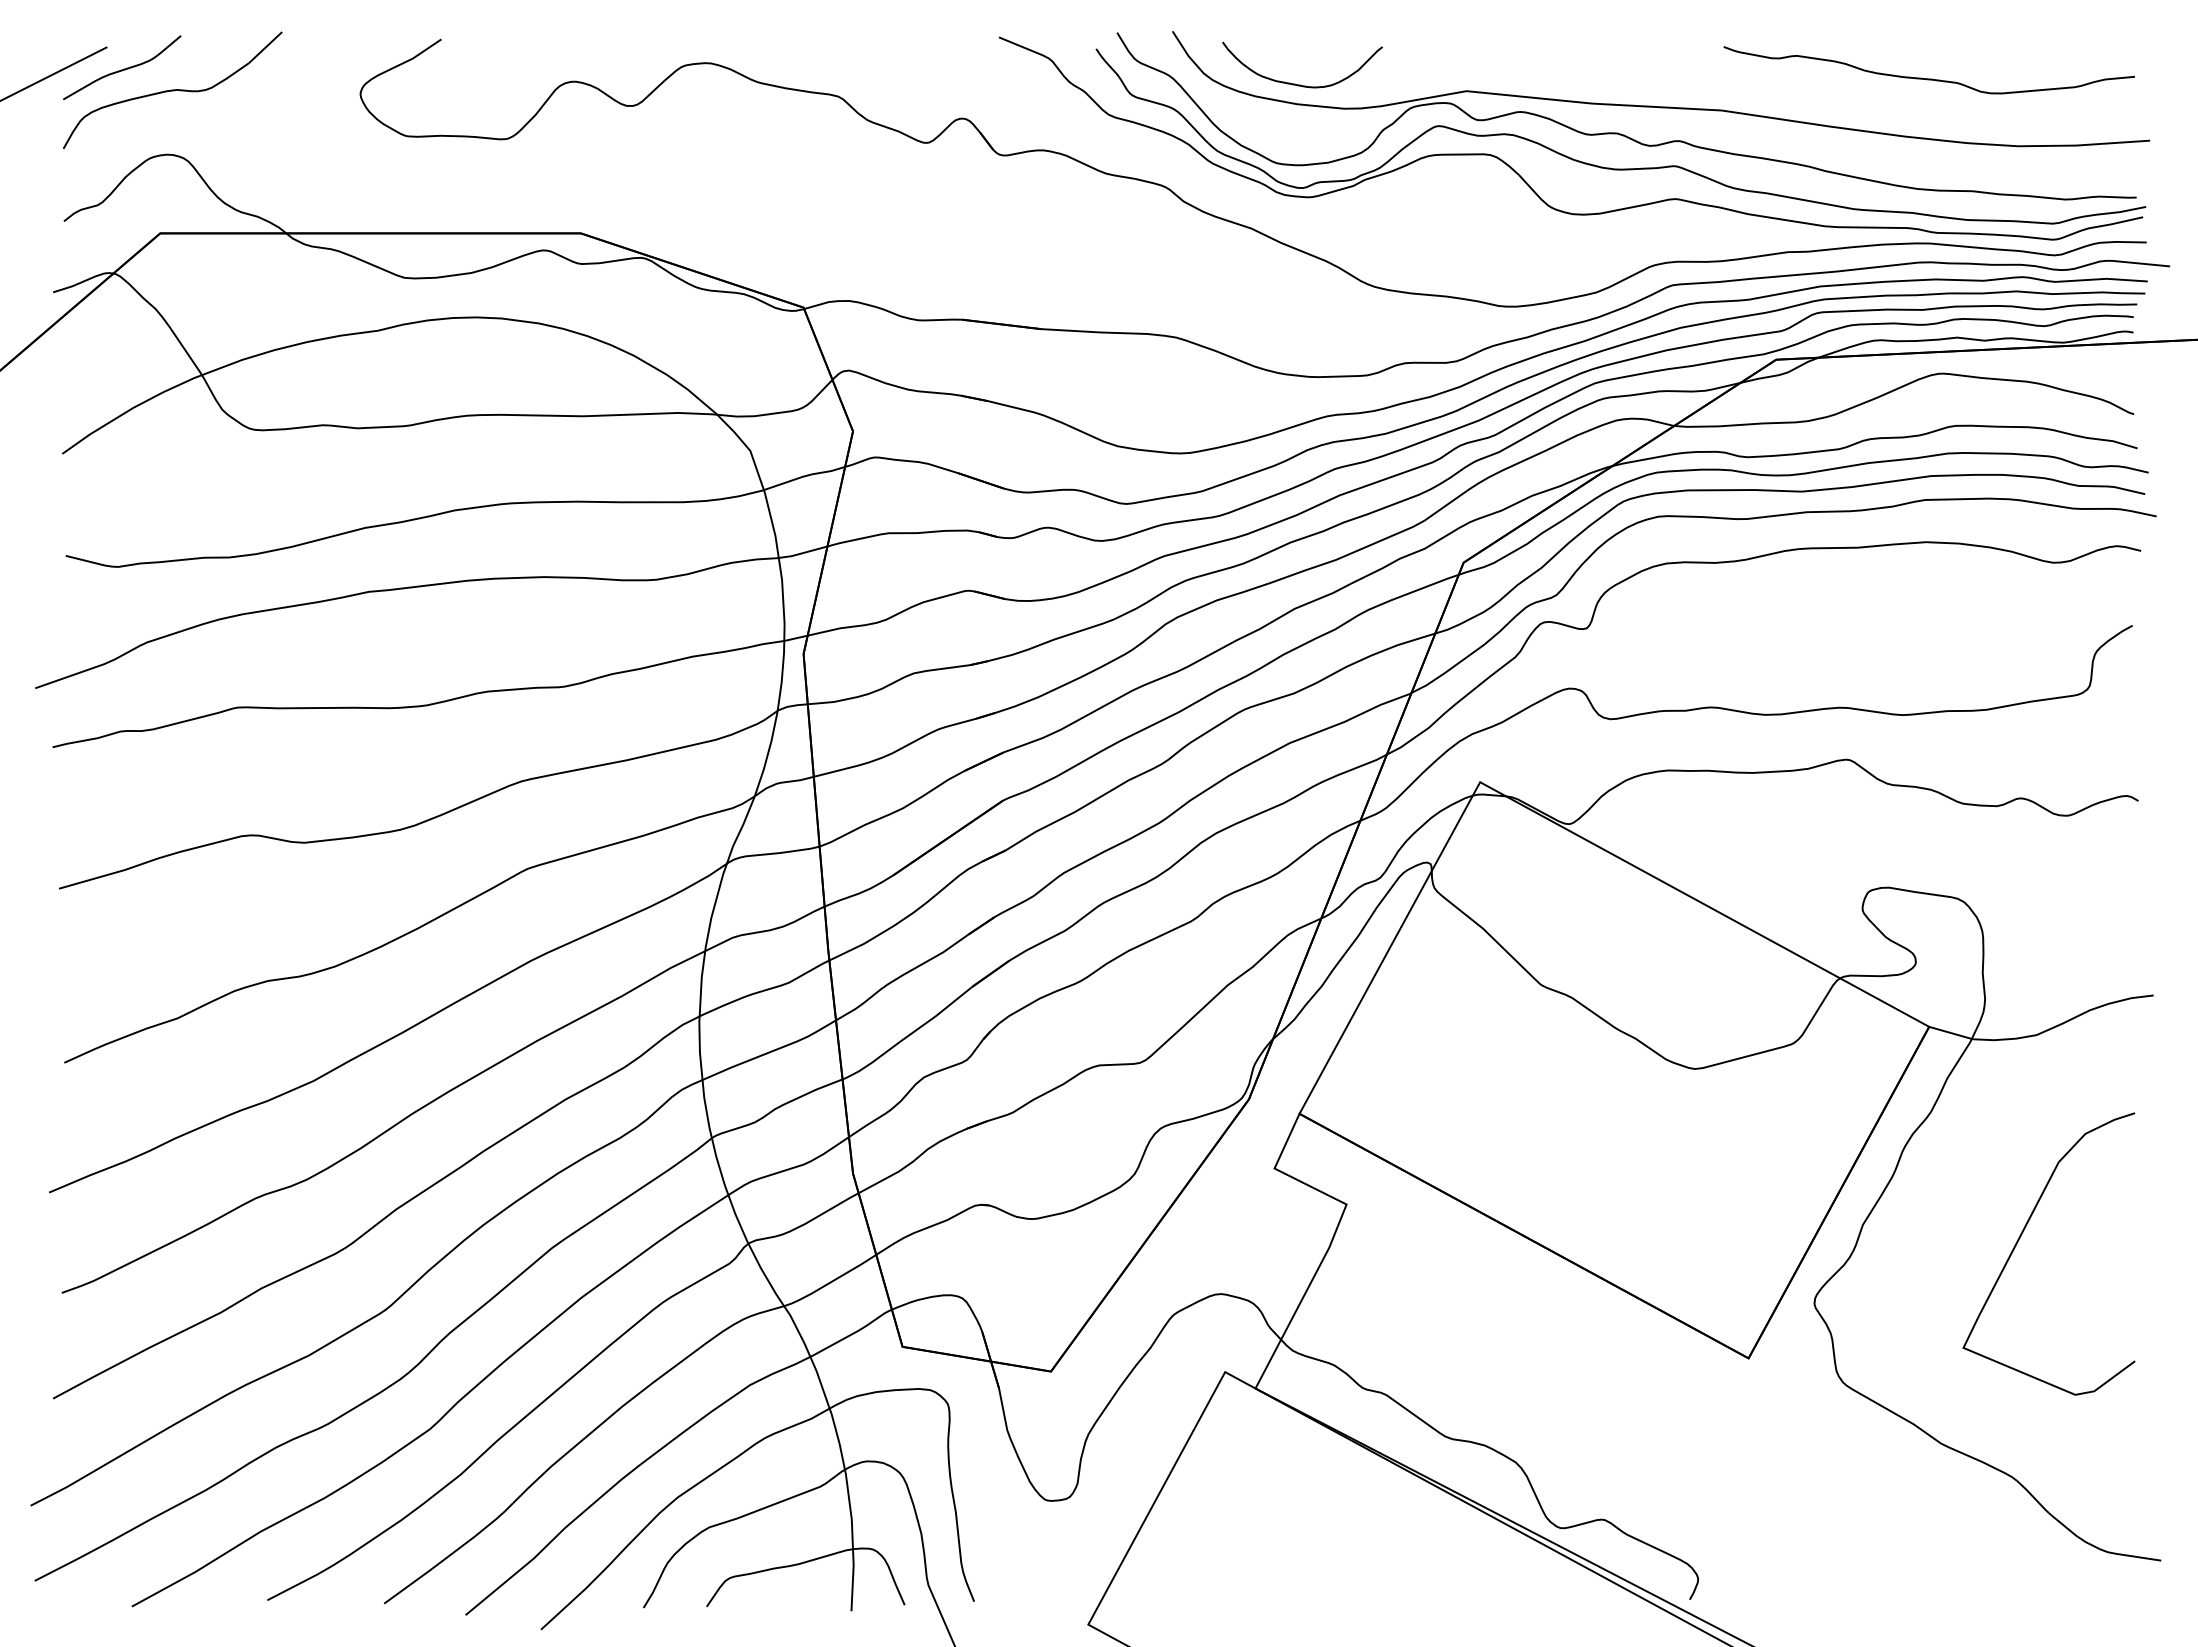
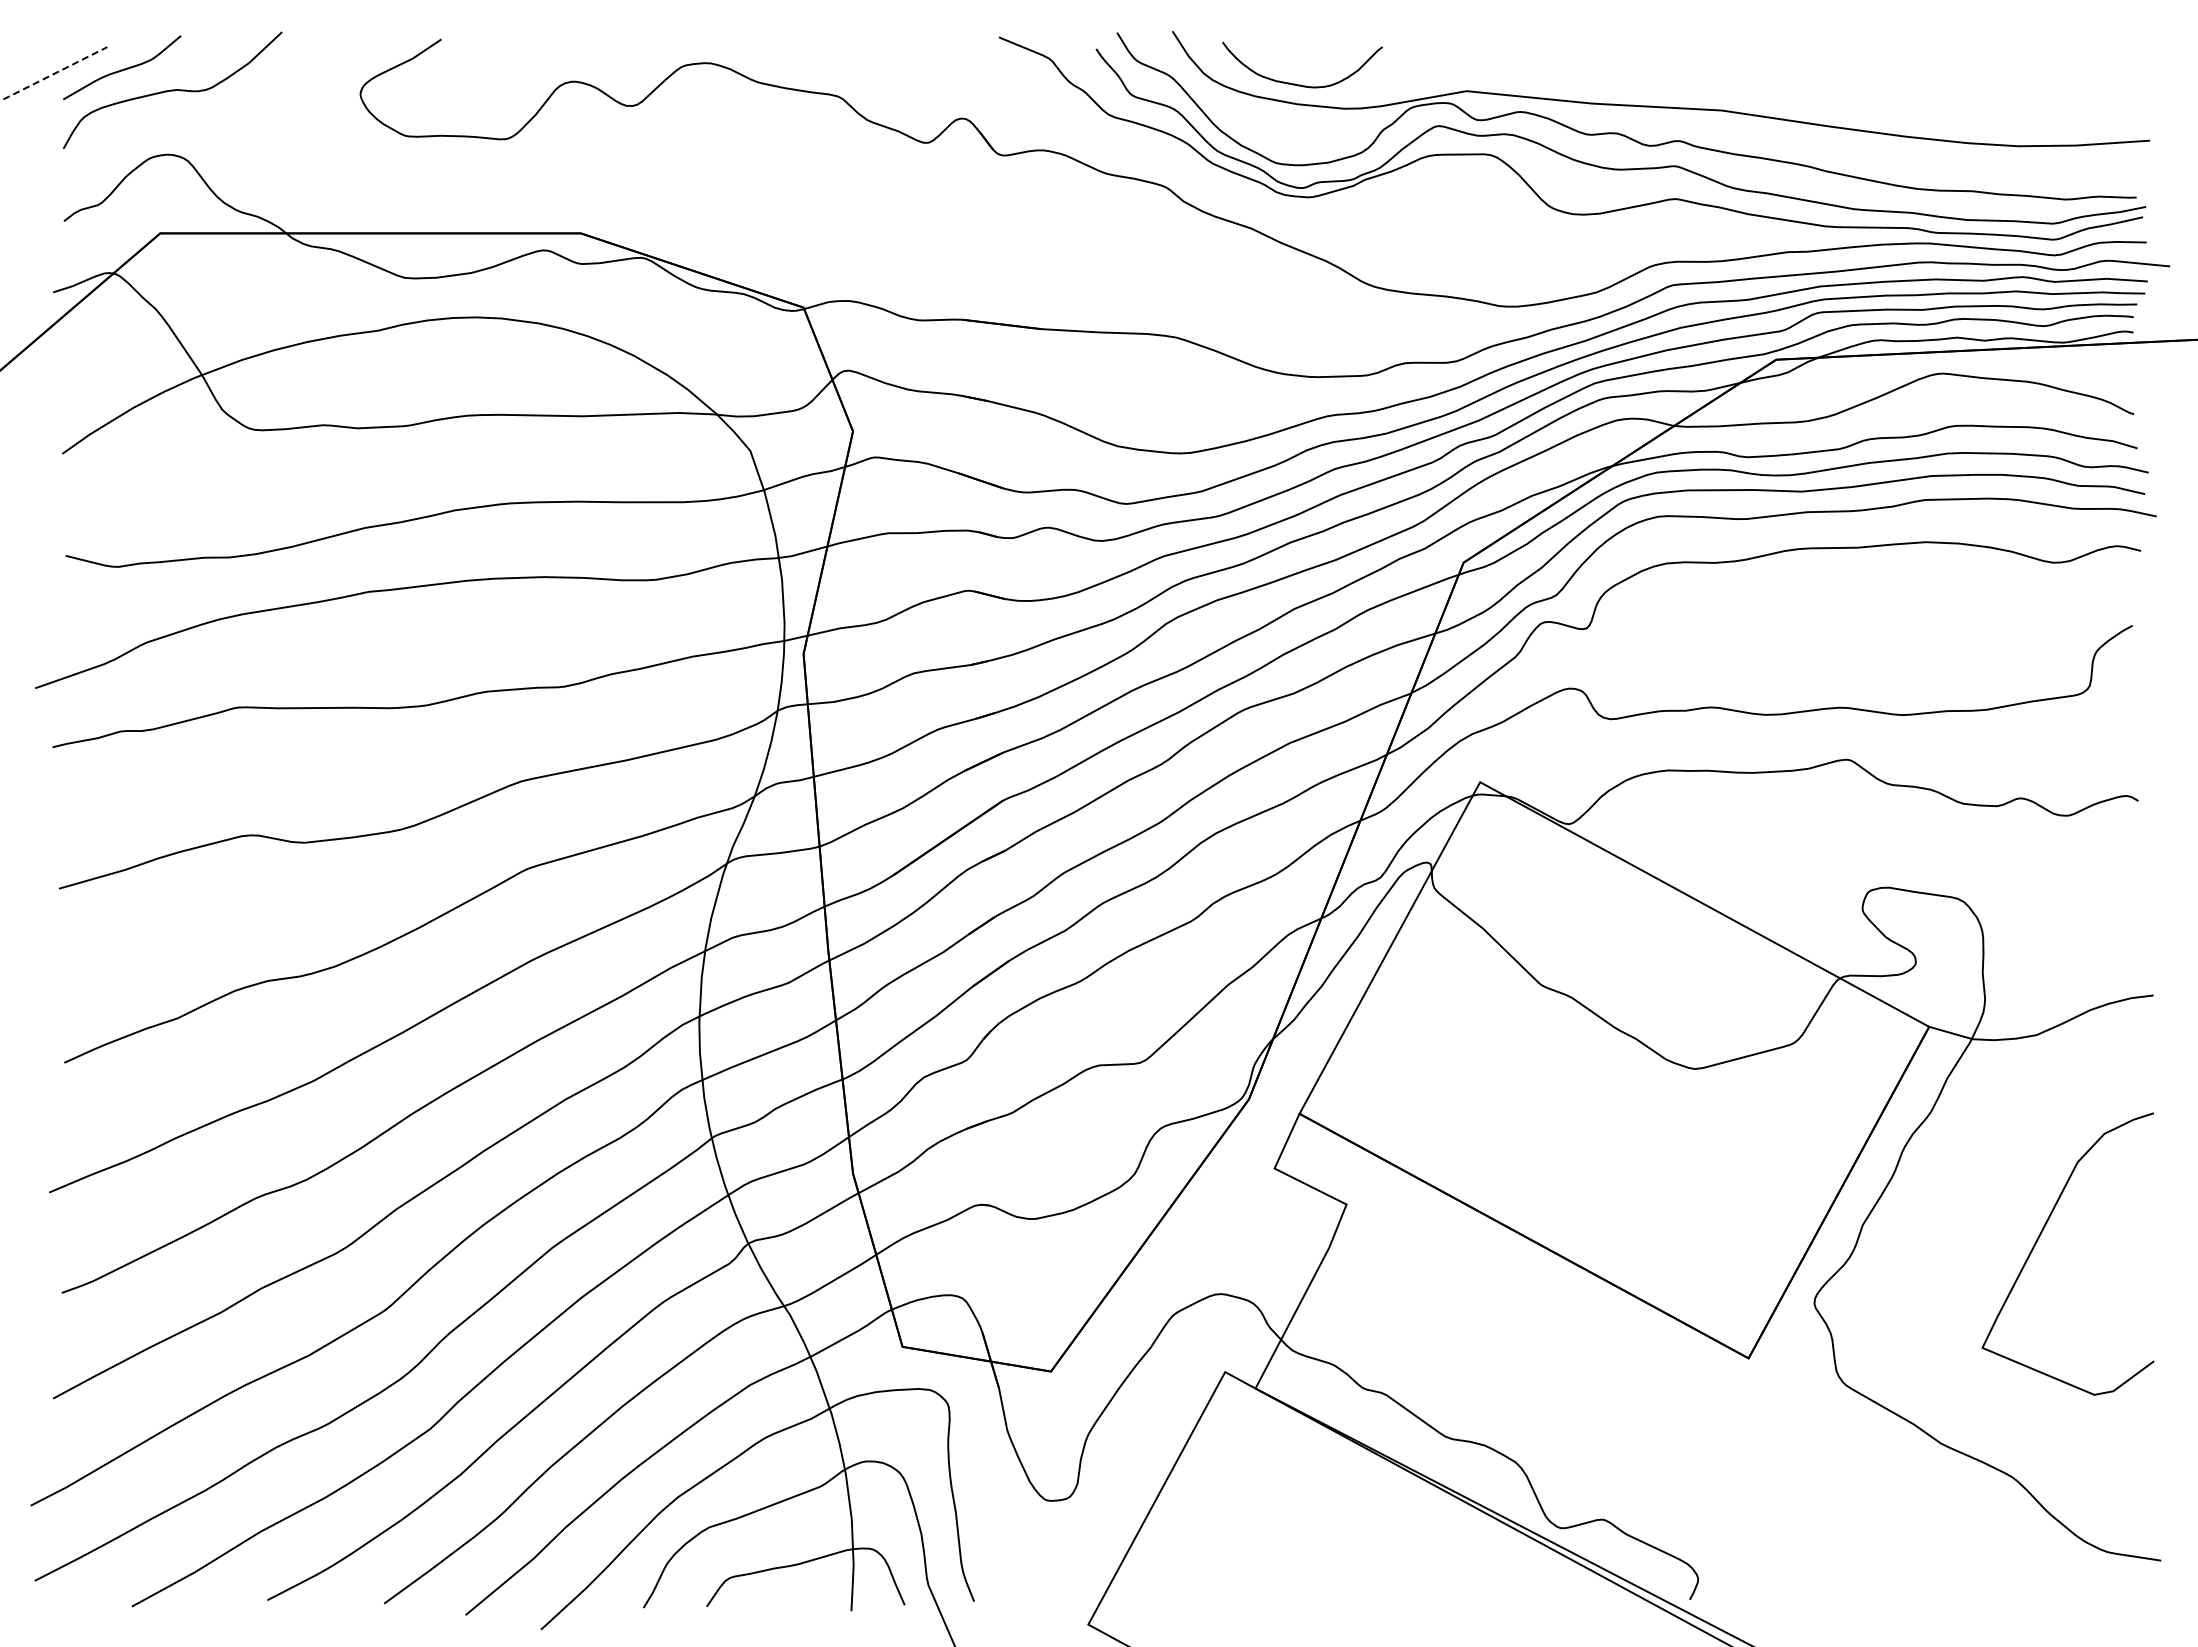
line at (53, 74): solid -> dashed
curve at (1928, 78): present -> none
curve at (2020, 1238) position: (2020, 1238) -> (2039, 1238)
